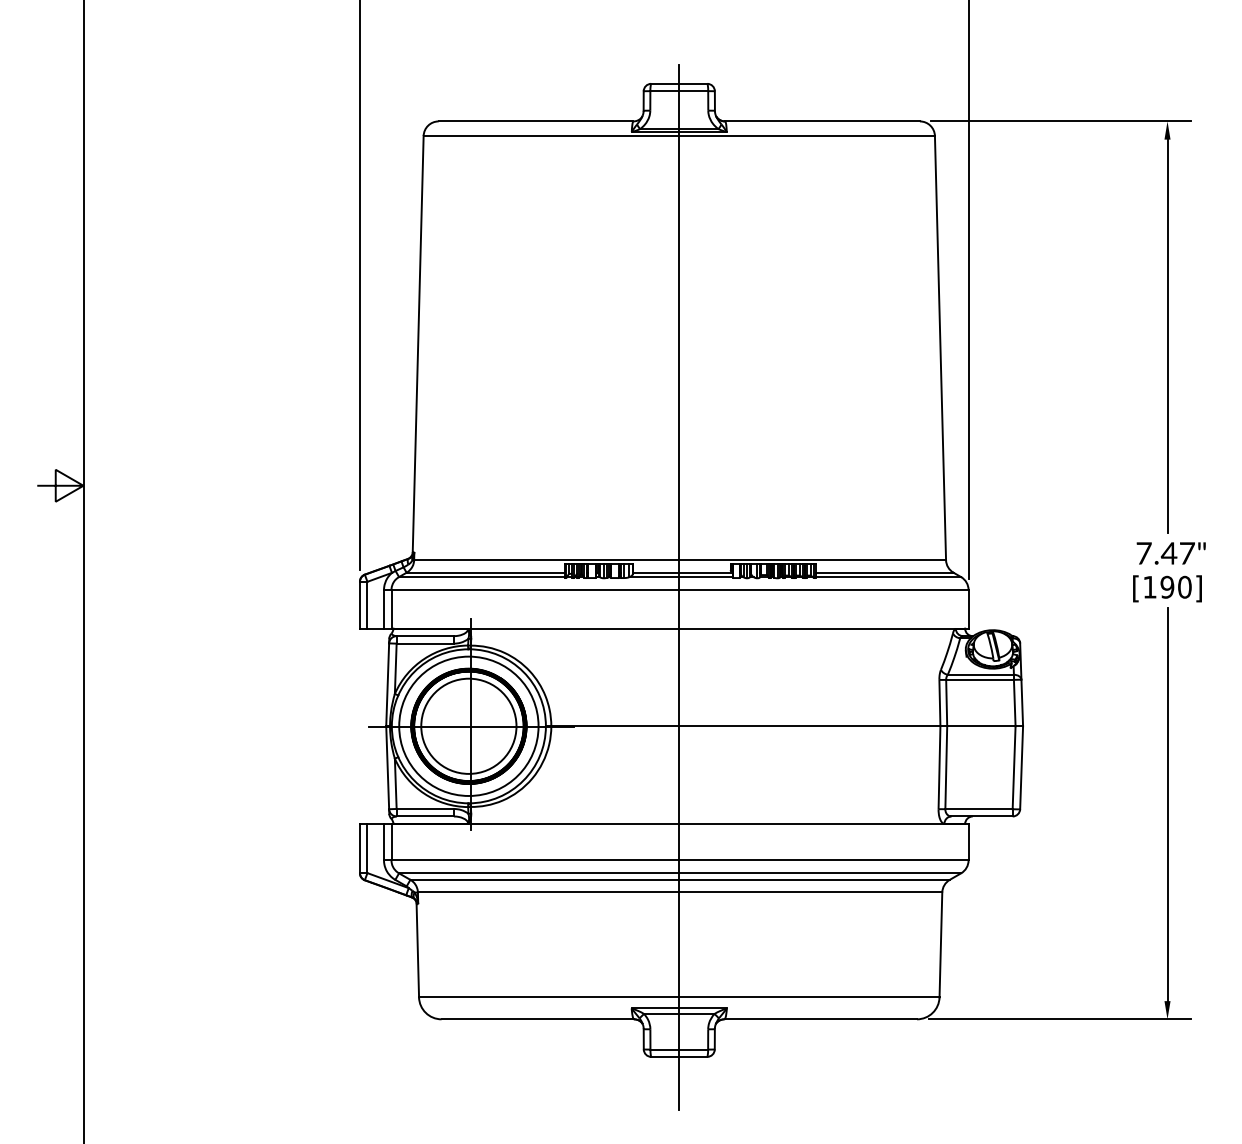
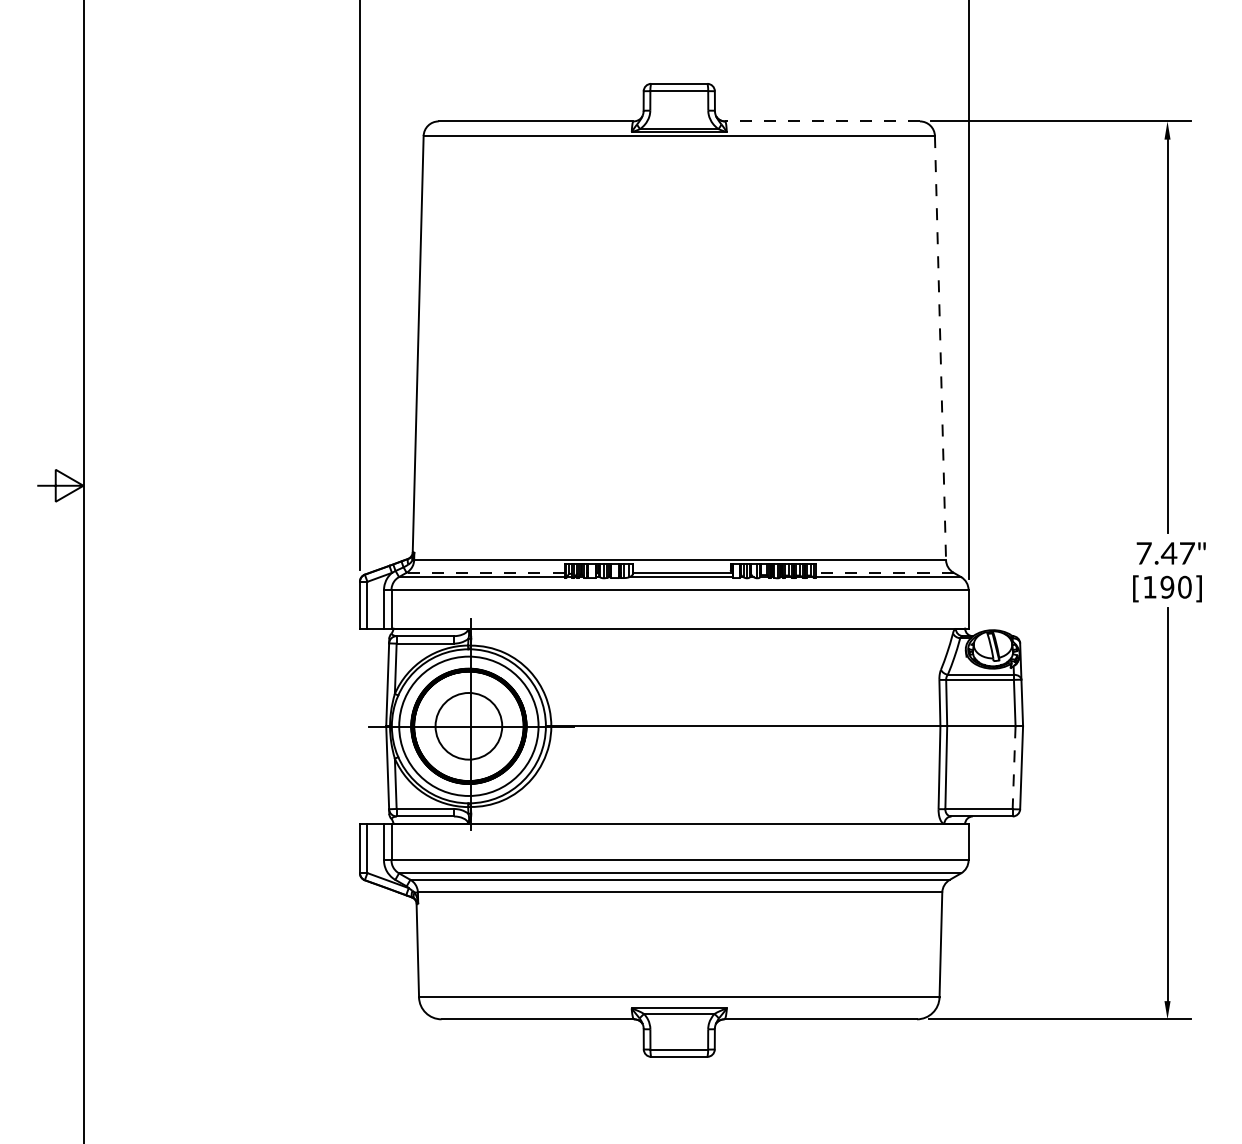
line at (822, 121): solid -> dashed
line at (940, 348): solid -> dashed
line at (485, 572): solid -> dashed
line at (884, 572): solid -> dashed
line at (679, 587): present -> none
circle at (468, 725) diameter: 95 px -> 67 px
line at (1014, 768): solid -> dashed
